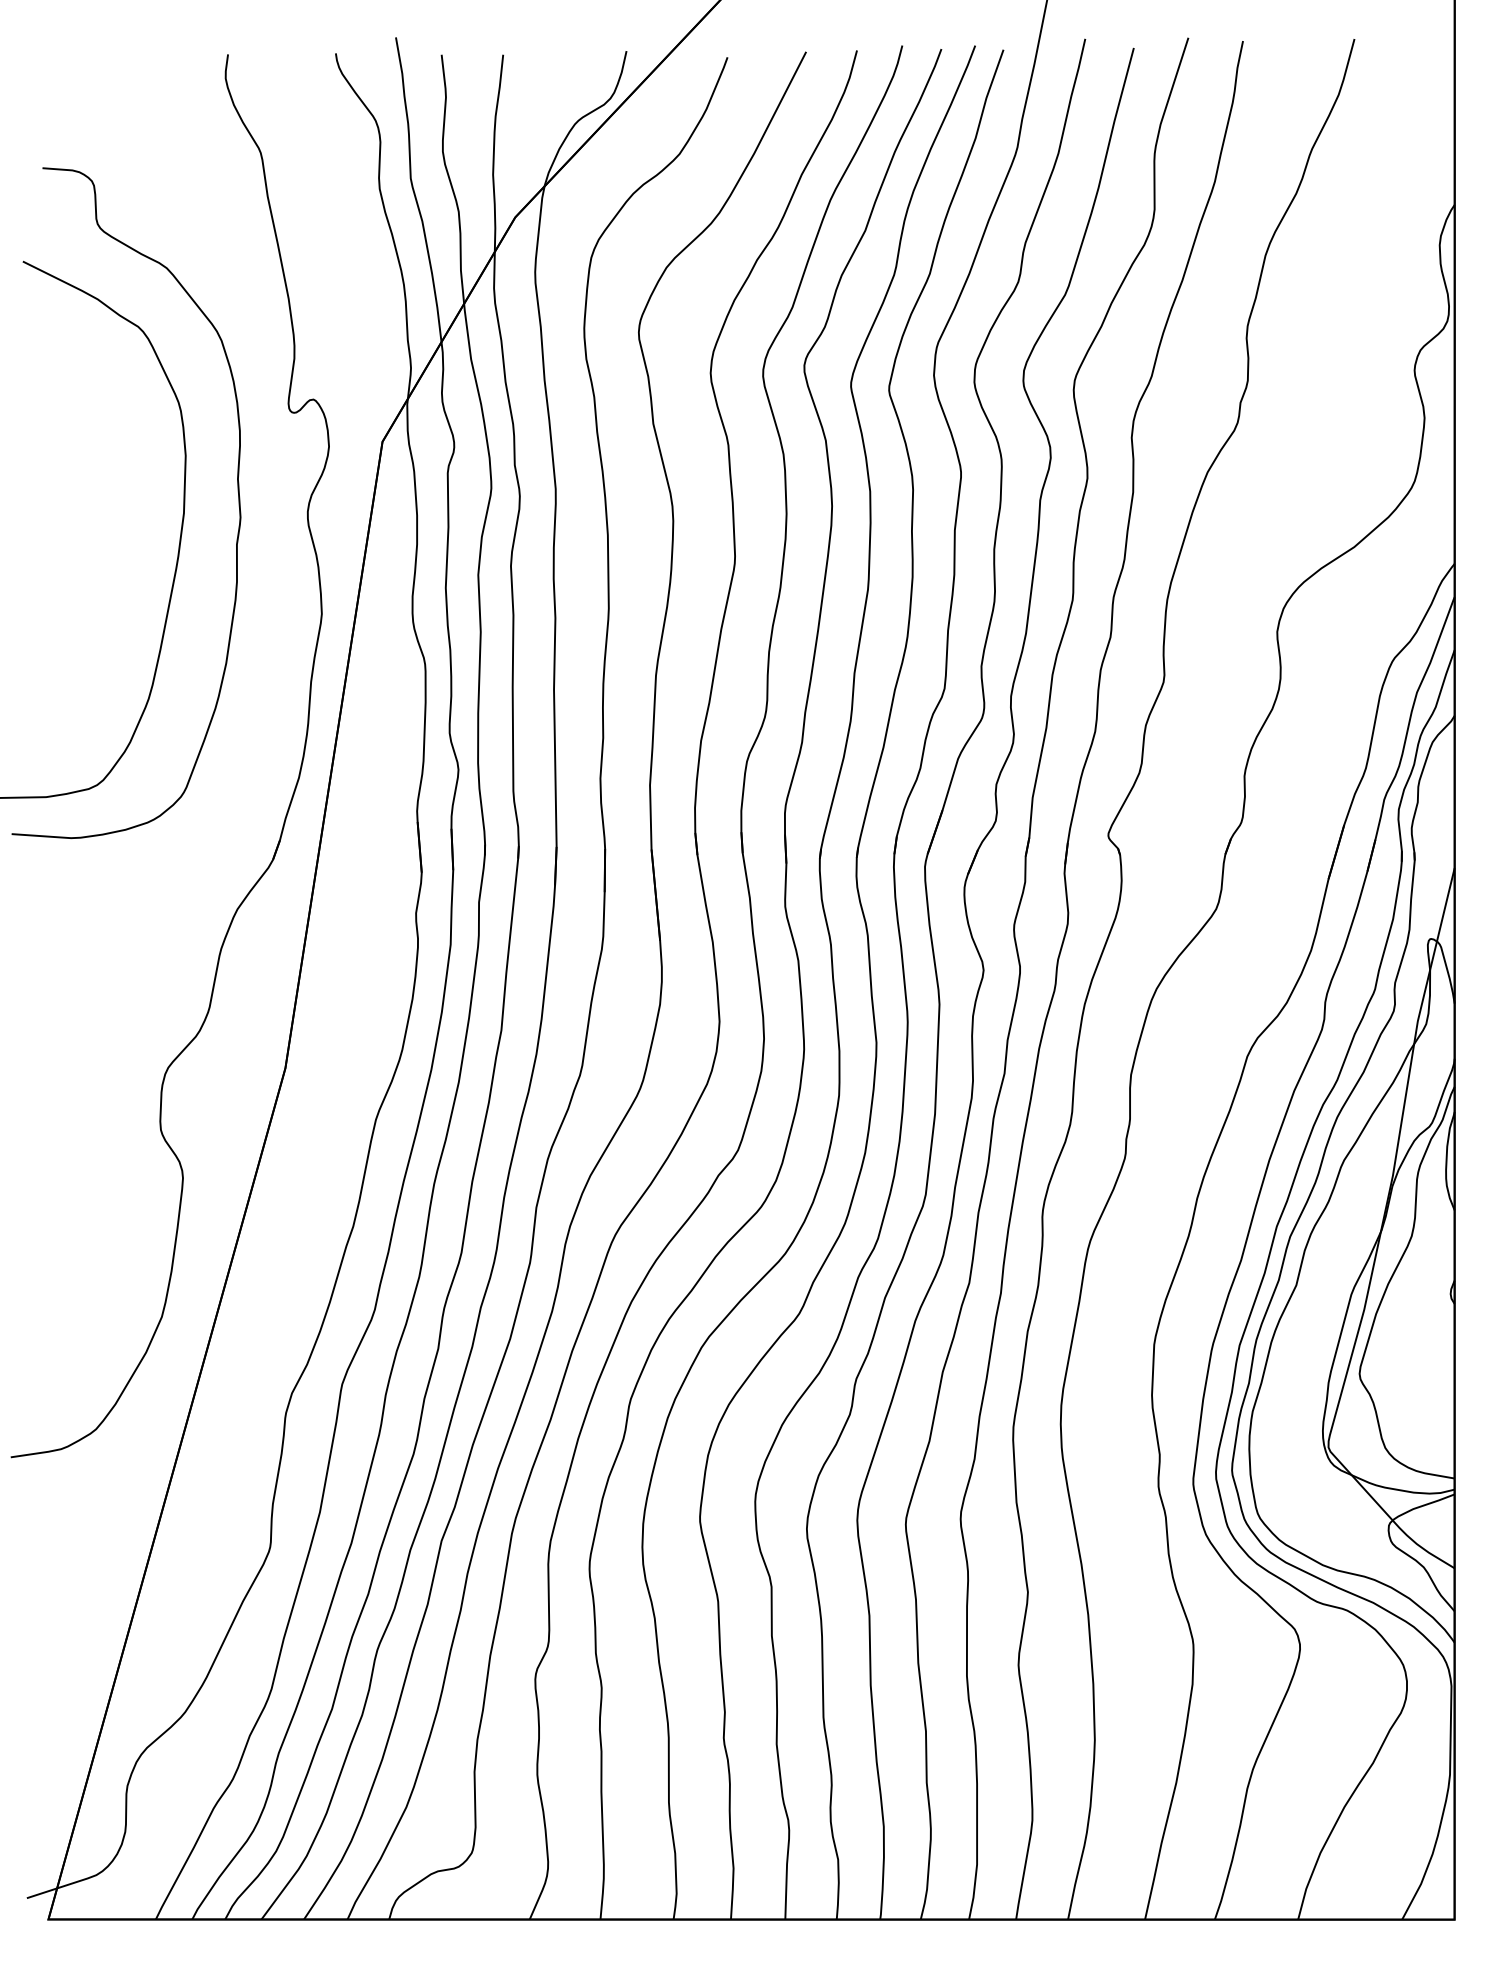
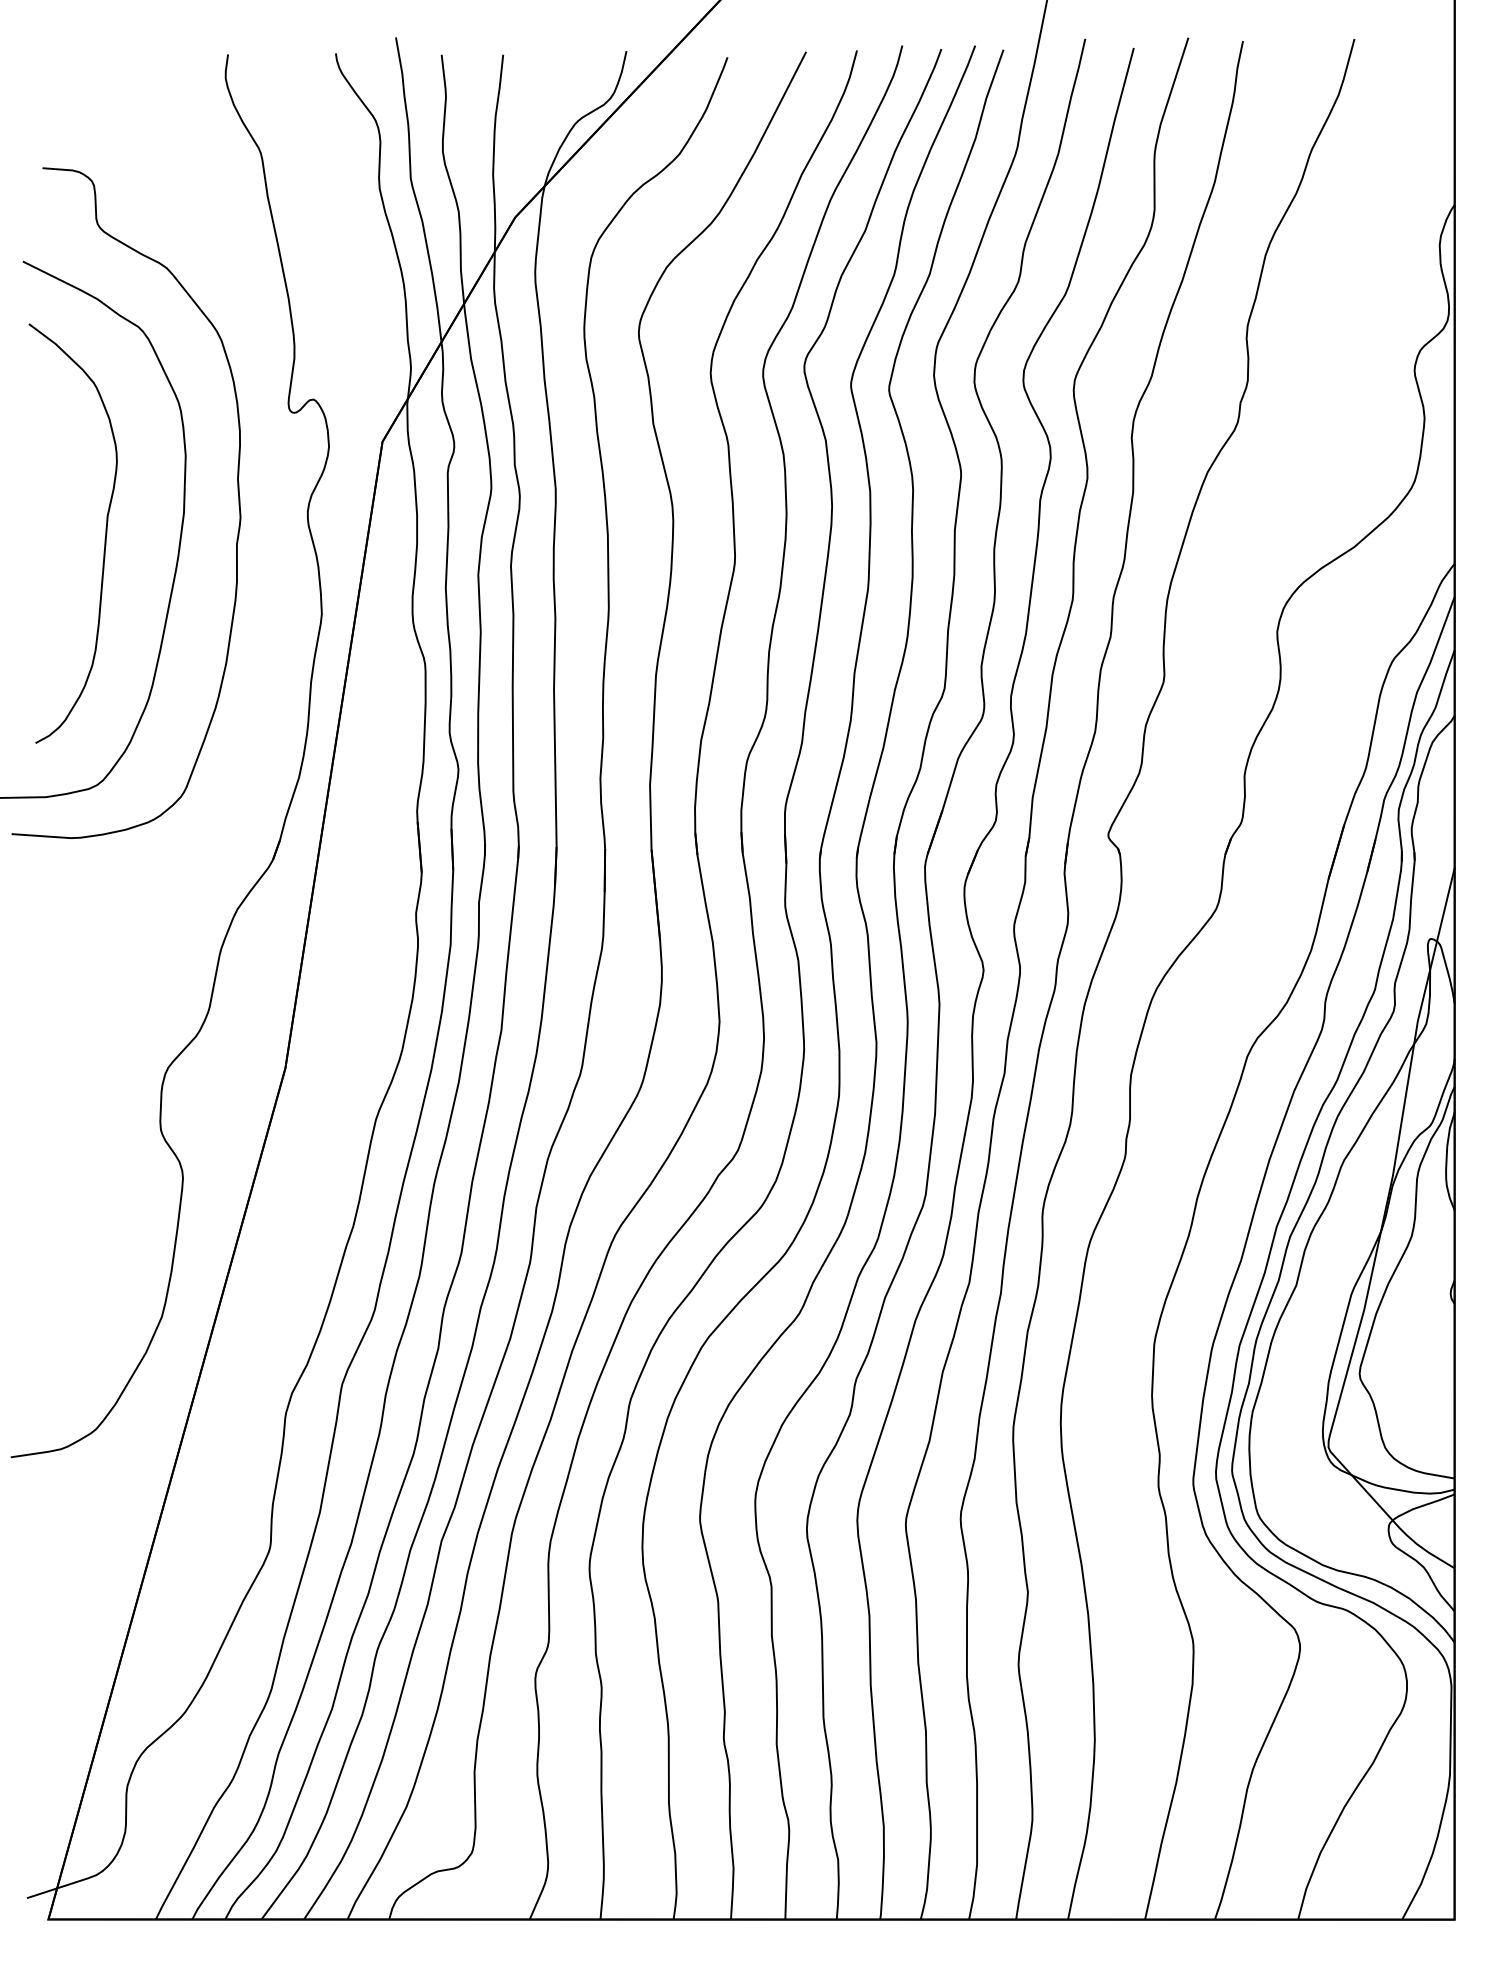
curve at (104, 539): none -> present
